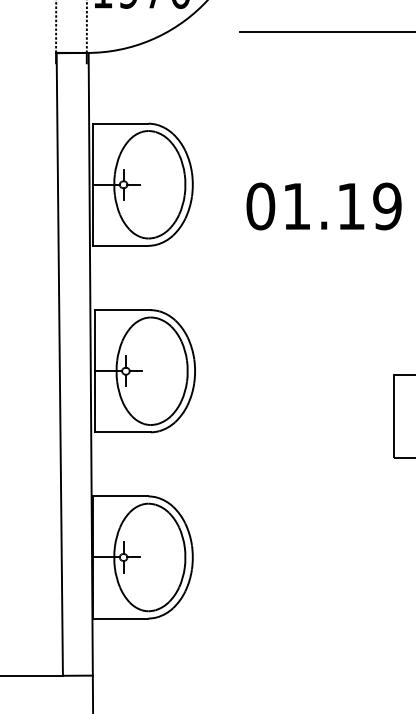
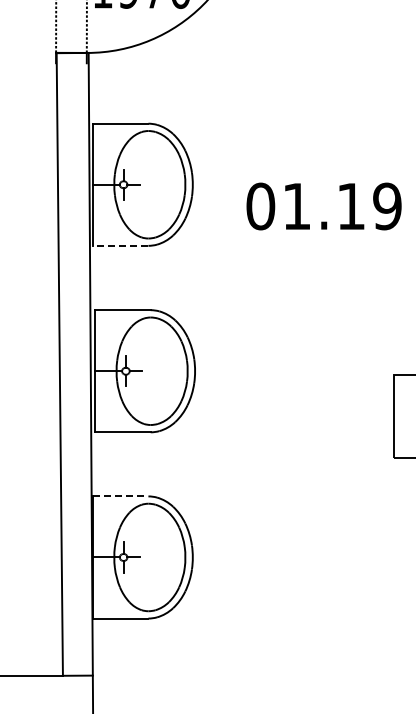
line at (326, 32): present -> none
line at (120, 245): solid -> dashed
line at (120, 496): solid -> dashed
